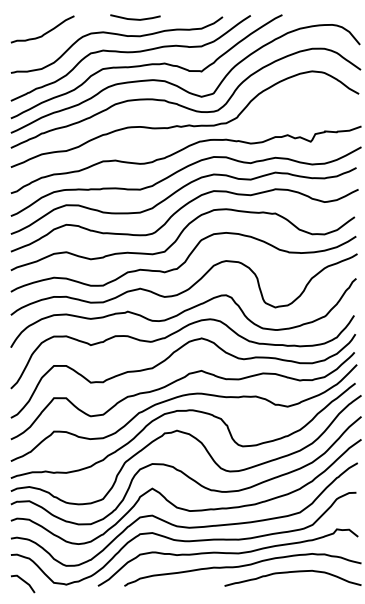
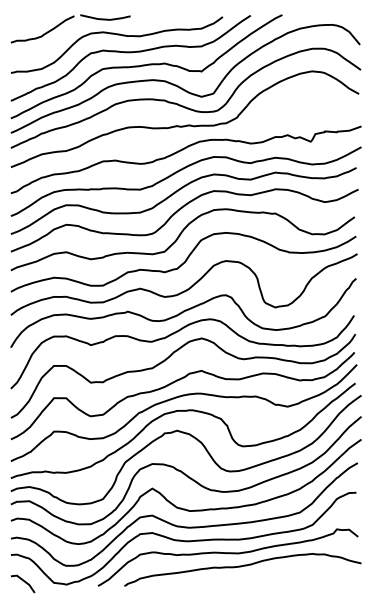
line at (135, 18) position: (135, 18) -> (105, 18)
curve at (292, 572): present -> none
